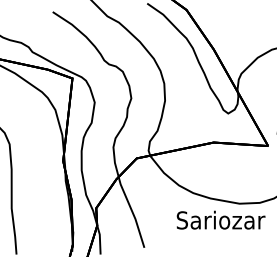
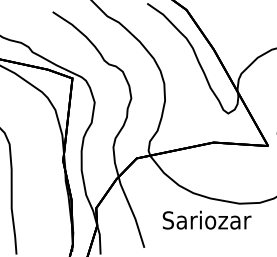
text at (220, 219) position: (220, 219) -> (206, 219)
